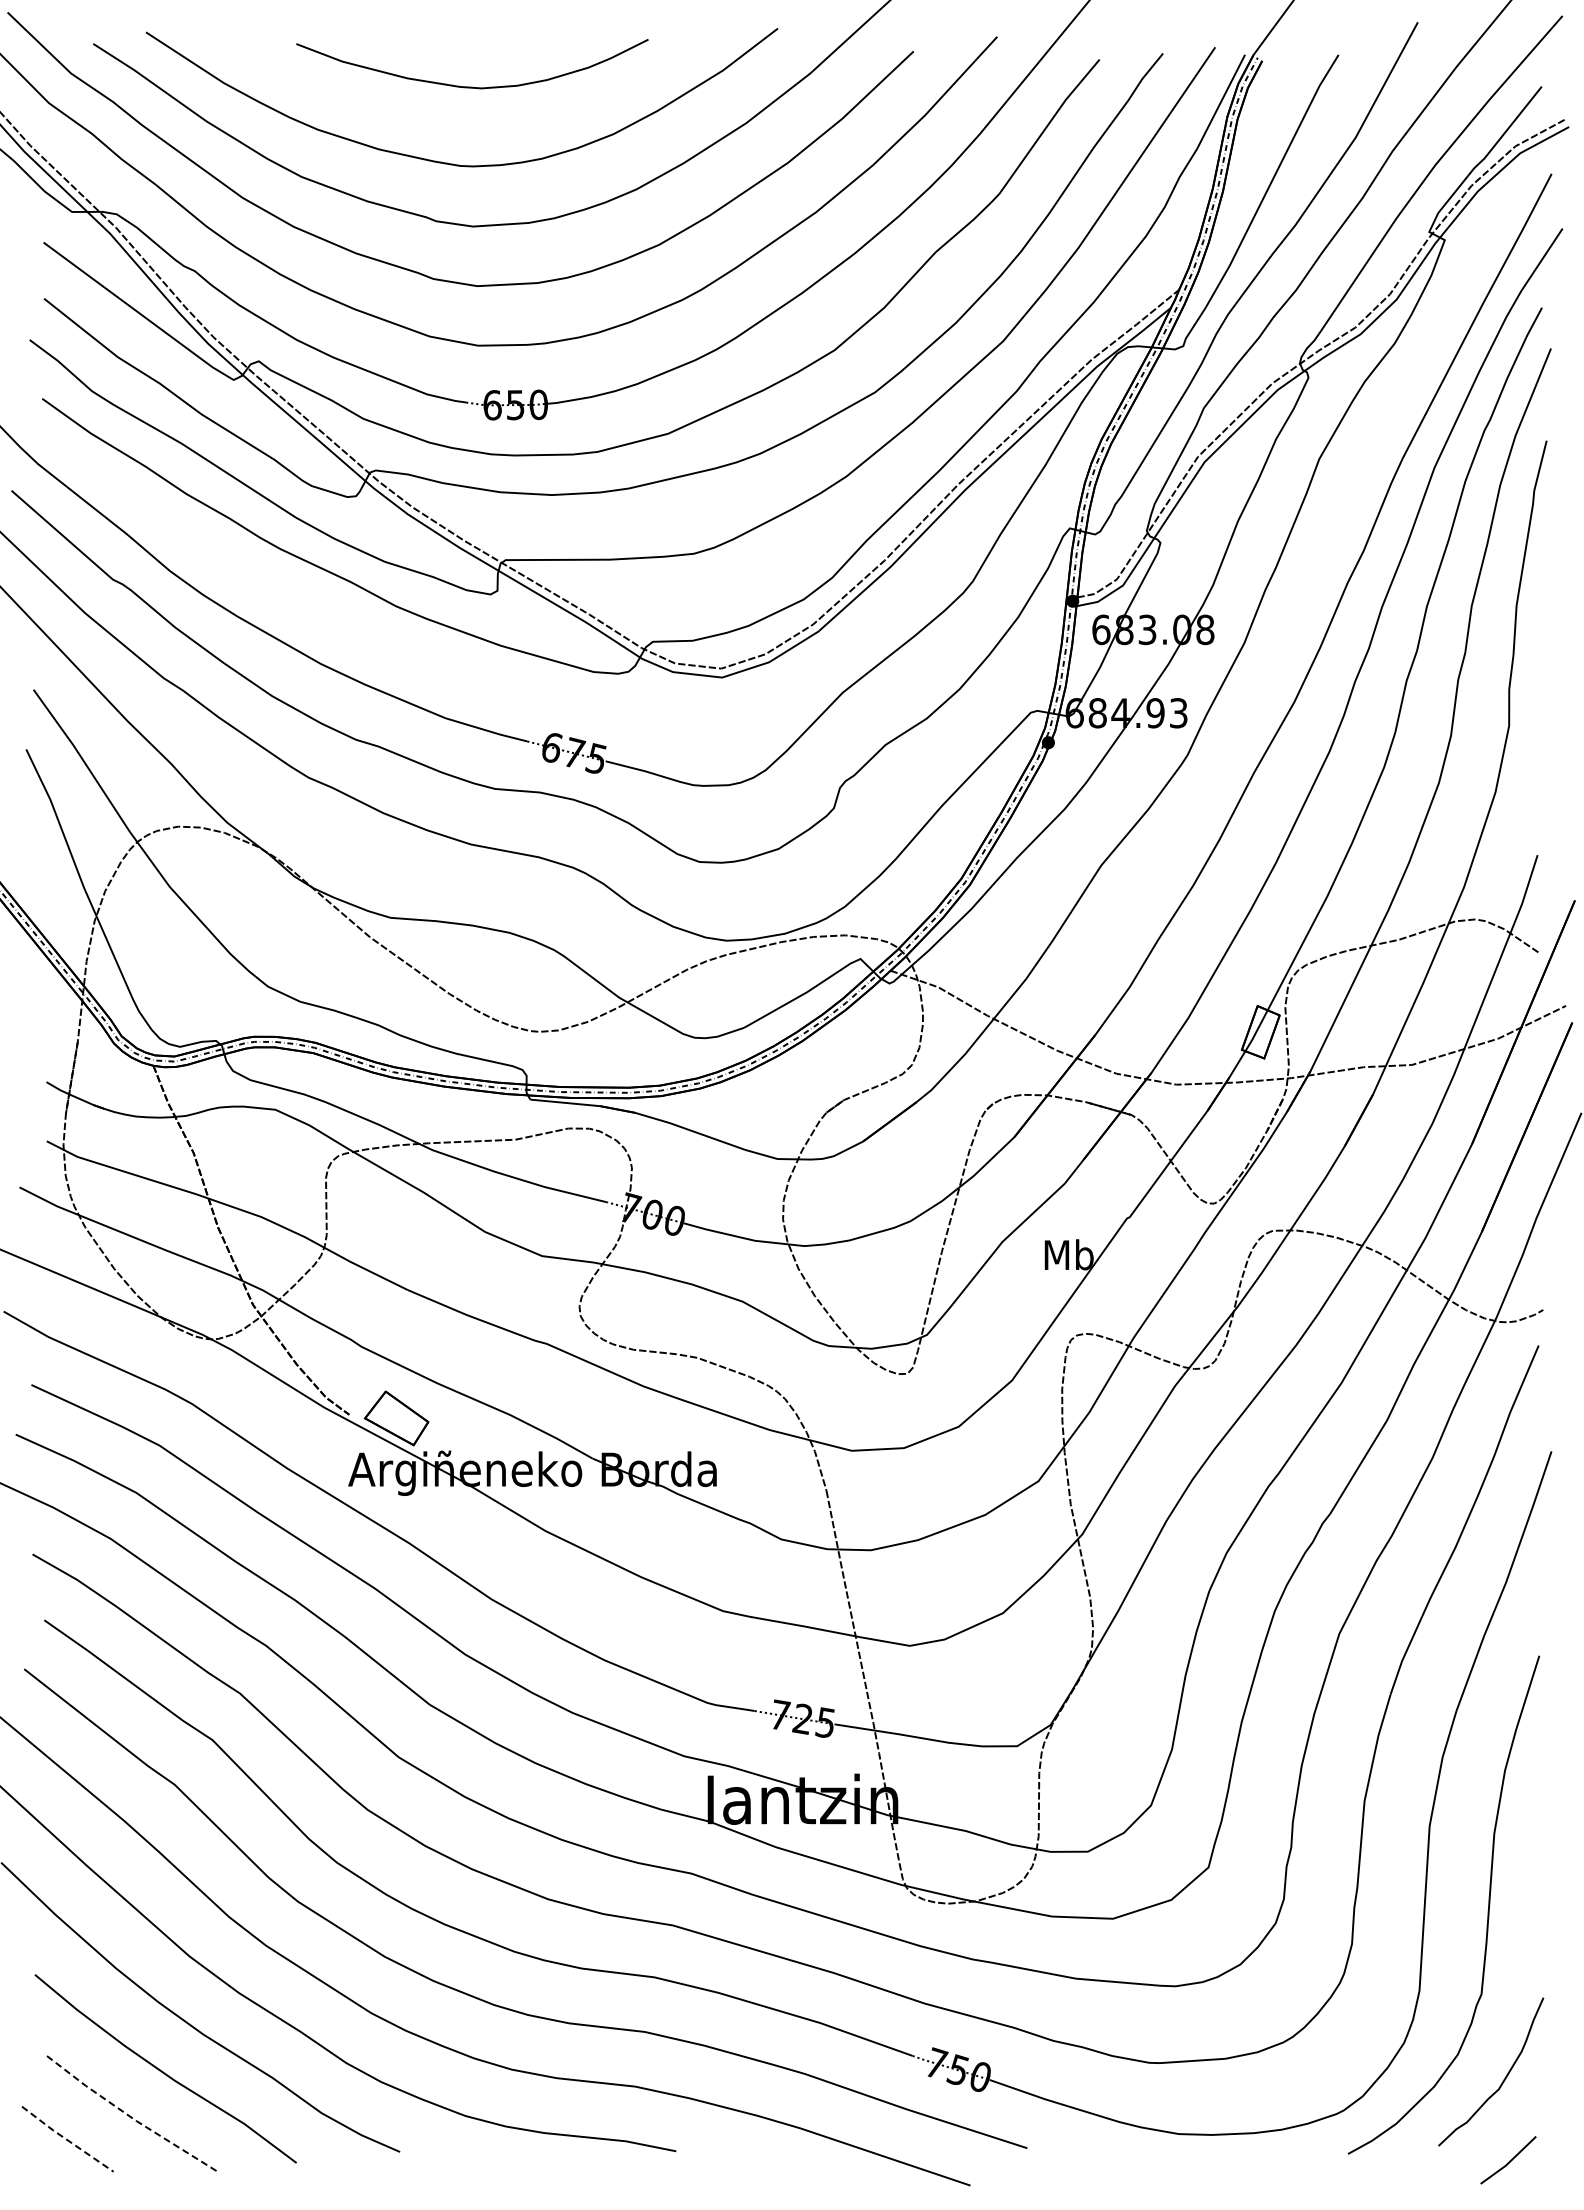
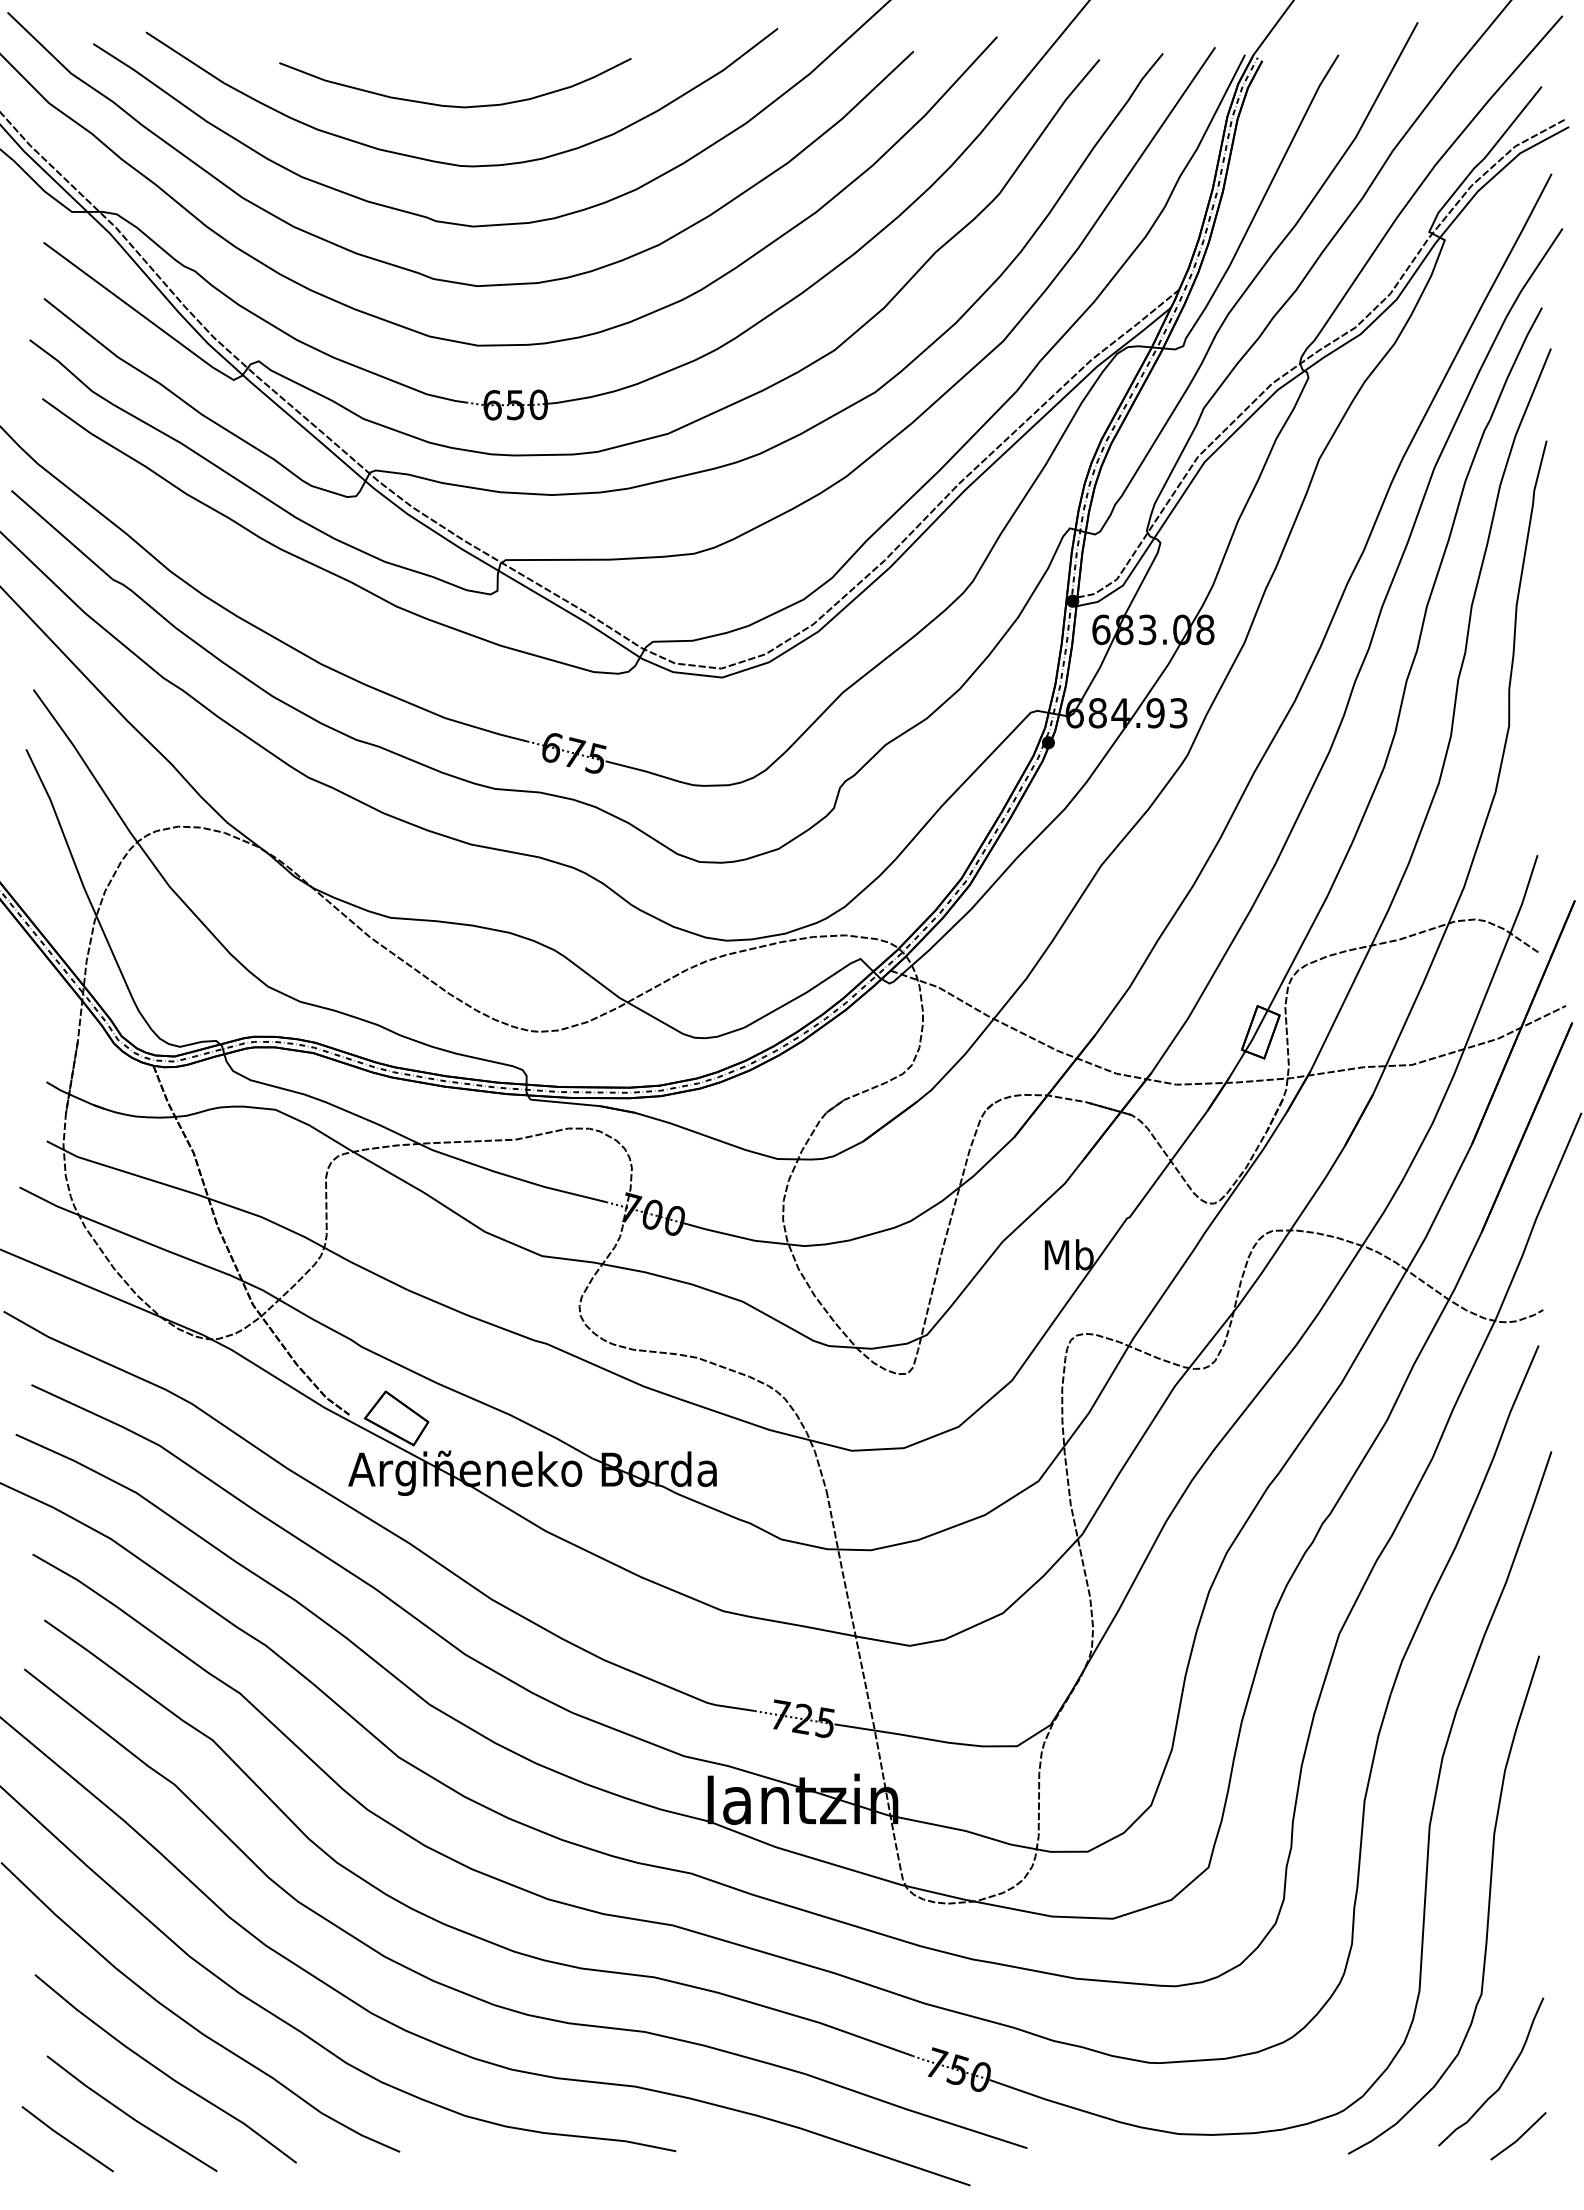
curve at (472, 86) position: (472, 86) -> (455, 105)
line at (130, 2116): dashed -> solid
line at (67, 2139): dashed -> solid
line at (1509, 2160) position: (1509, 2160) -> (1519, 2136)
